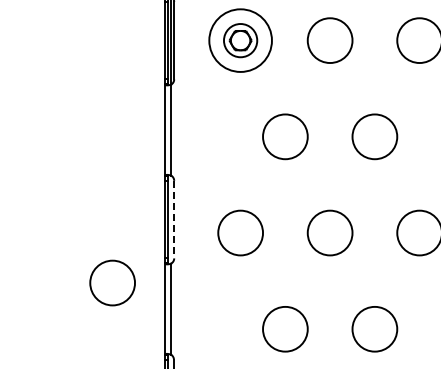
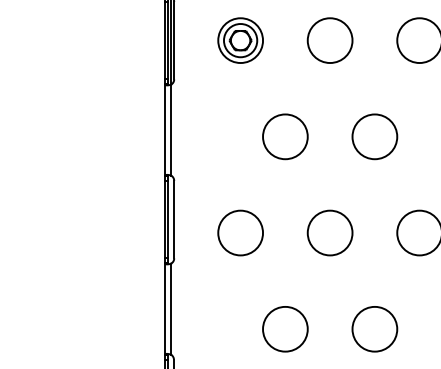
circle at (240, 40) diameter: 63 px -> 45 px
line at (174, 219): dashed -> solid
circle at (112, 282): present -> none
